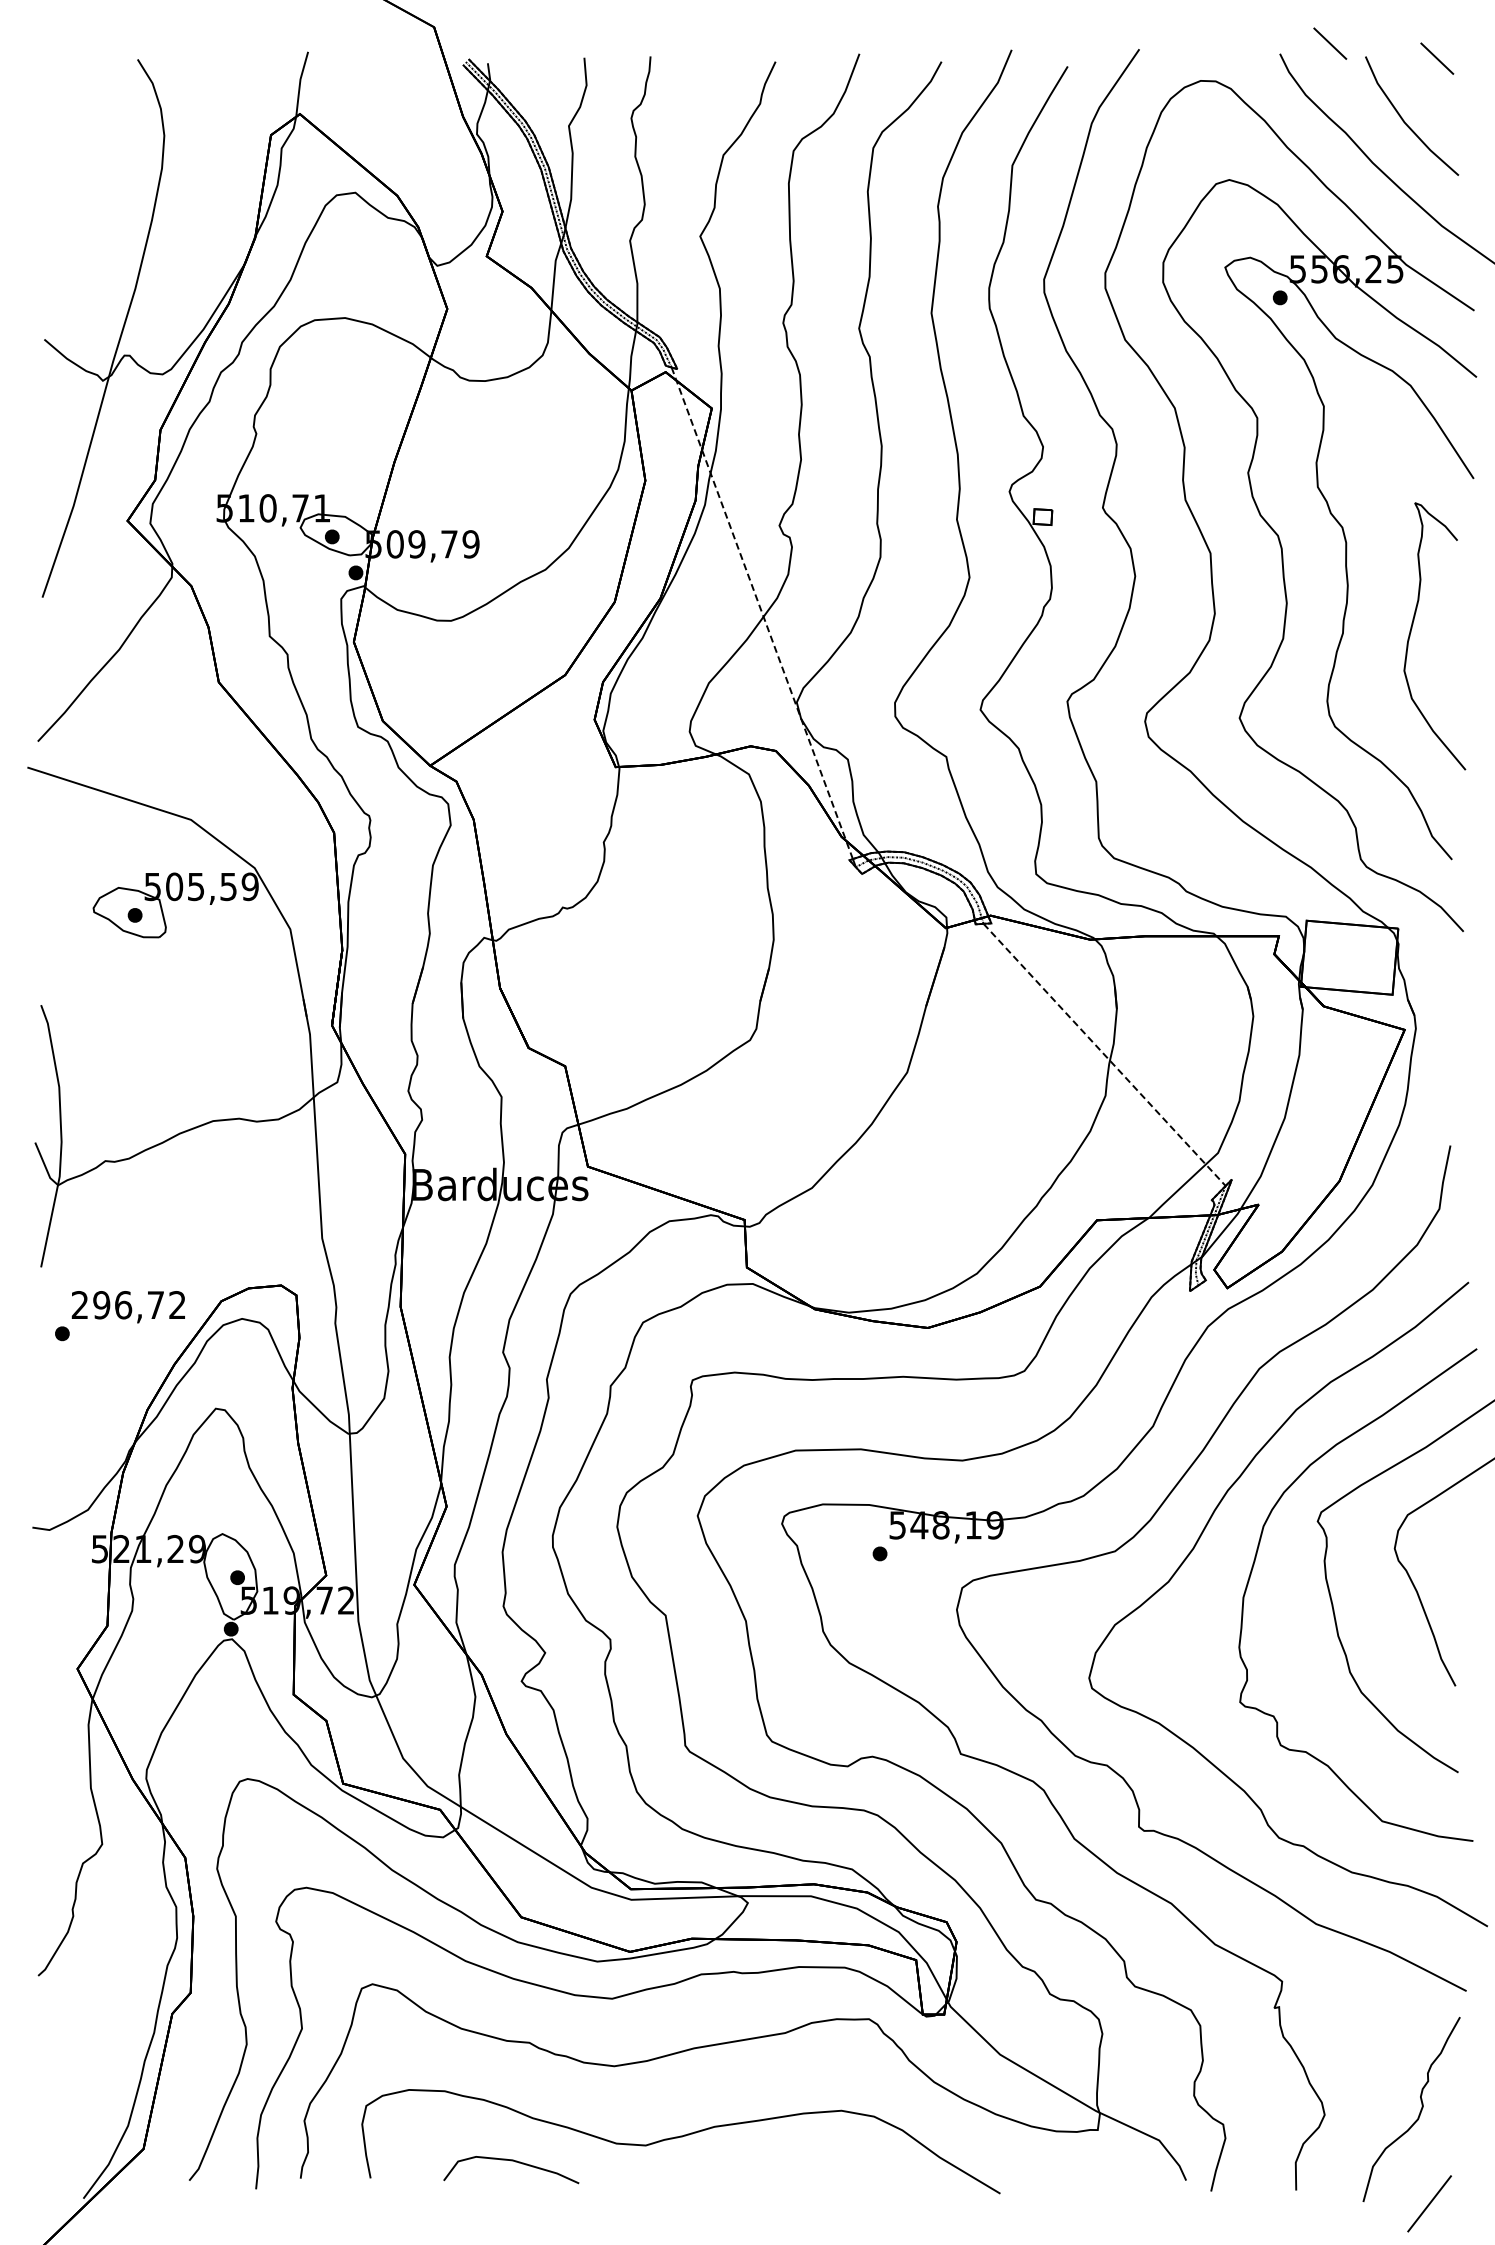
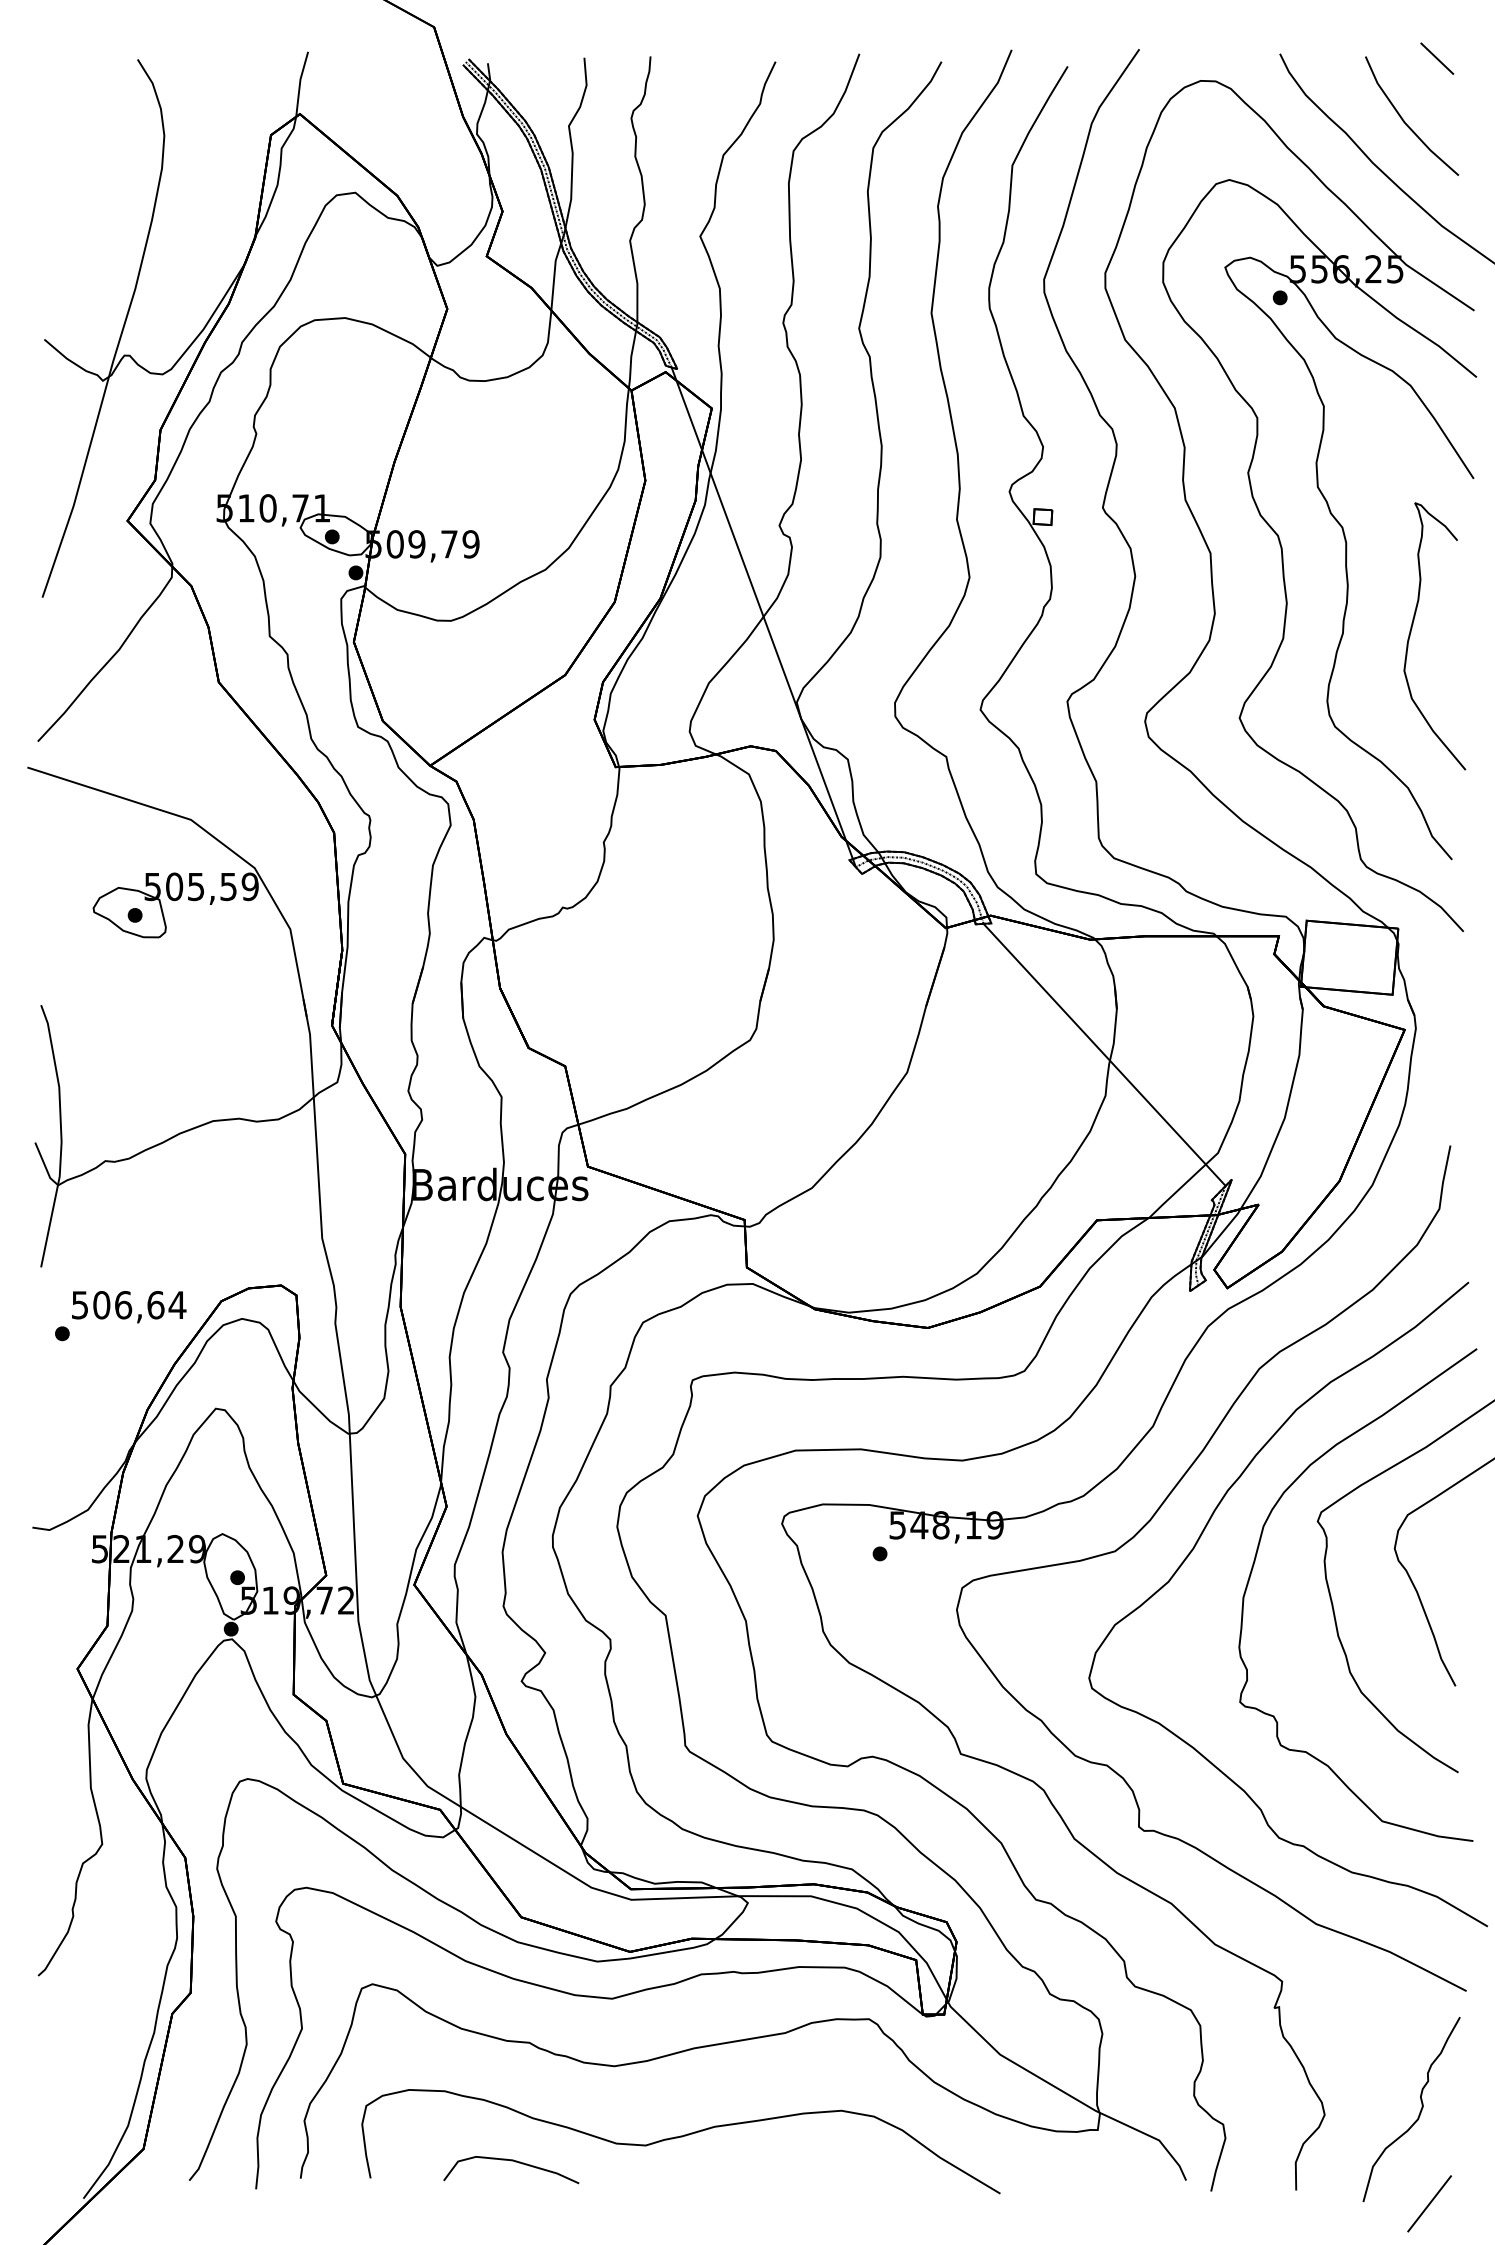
line at (1330, 43): present -> none
line at (762, 613): dashed -> solid
line at (1104, 1055): dashed -> solid
text at (128, 1305): 296,72 -> 506,64
